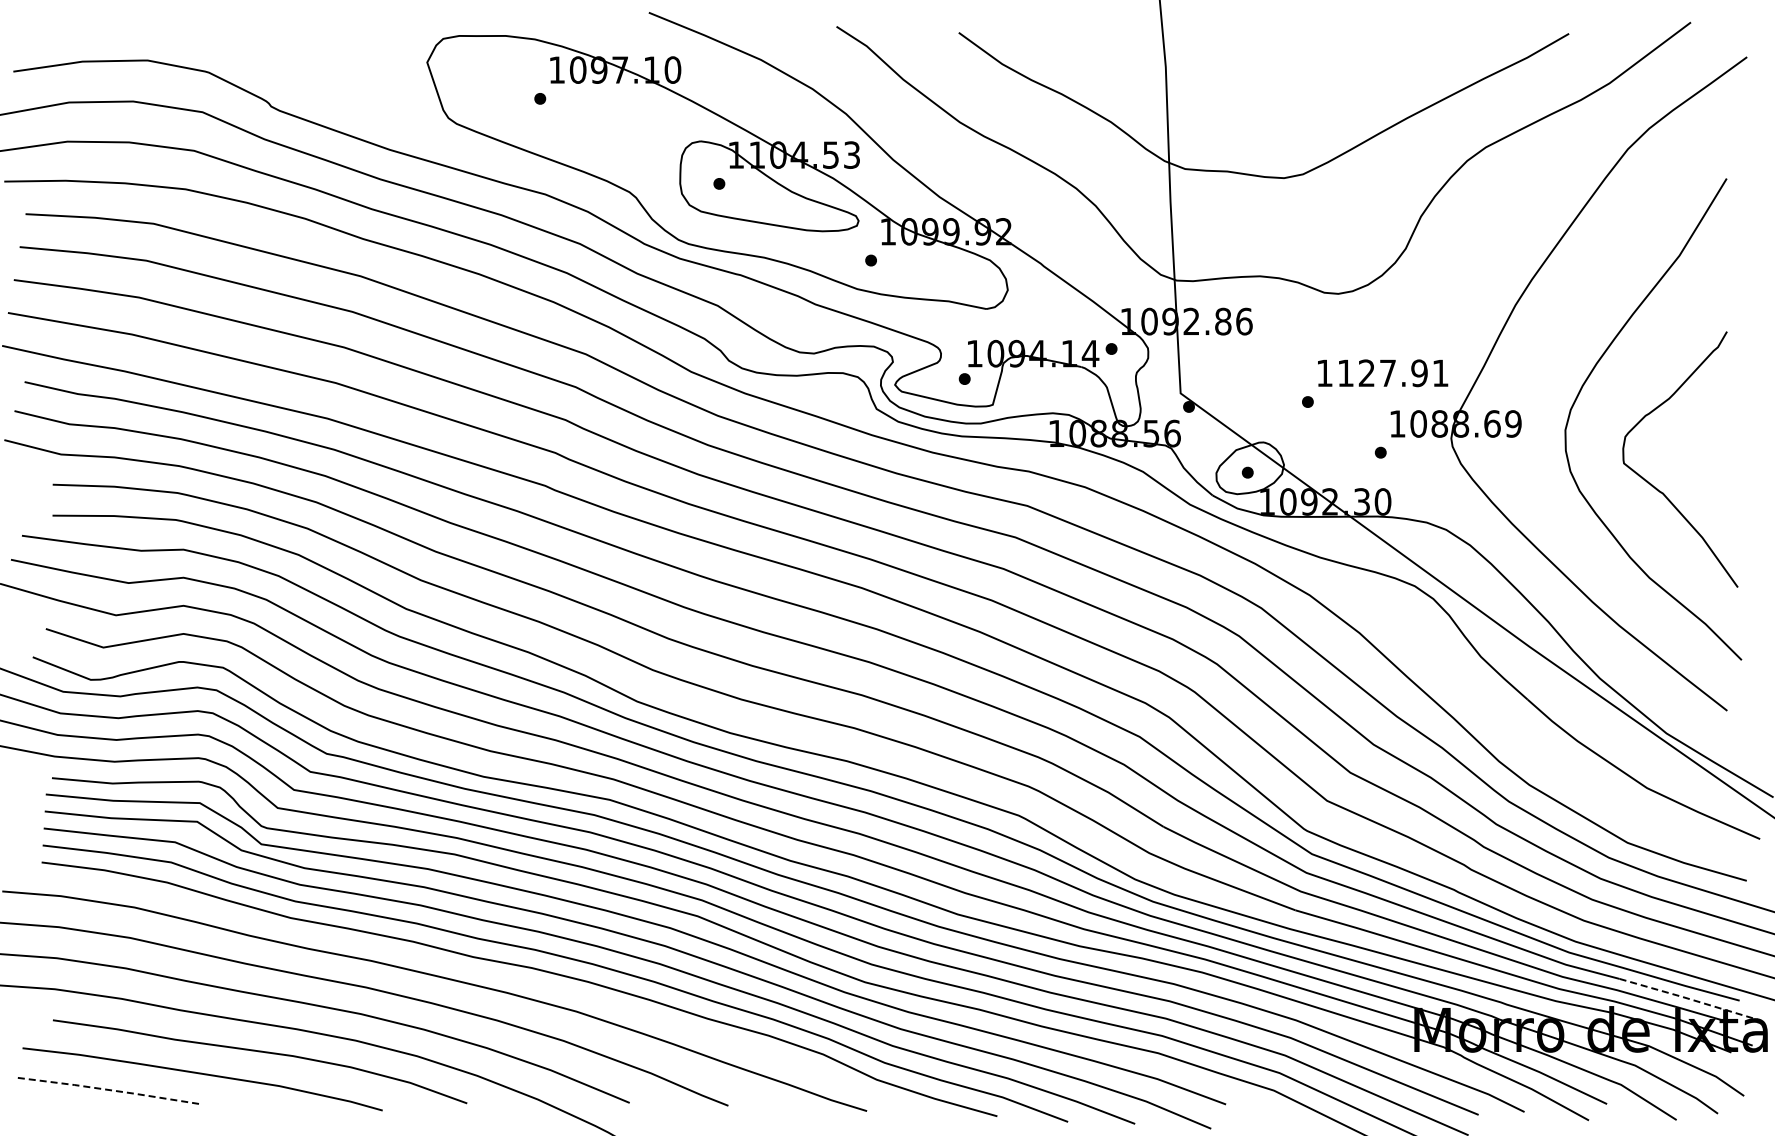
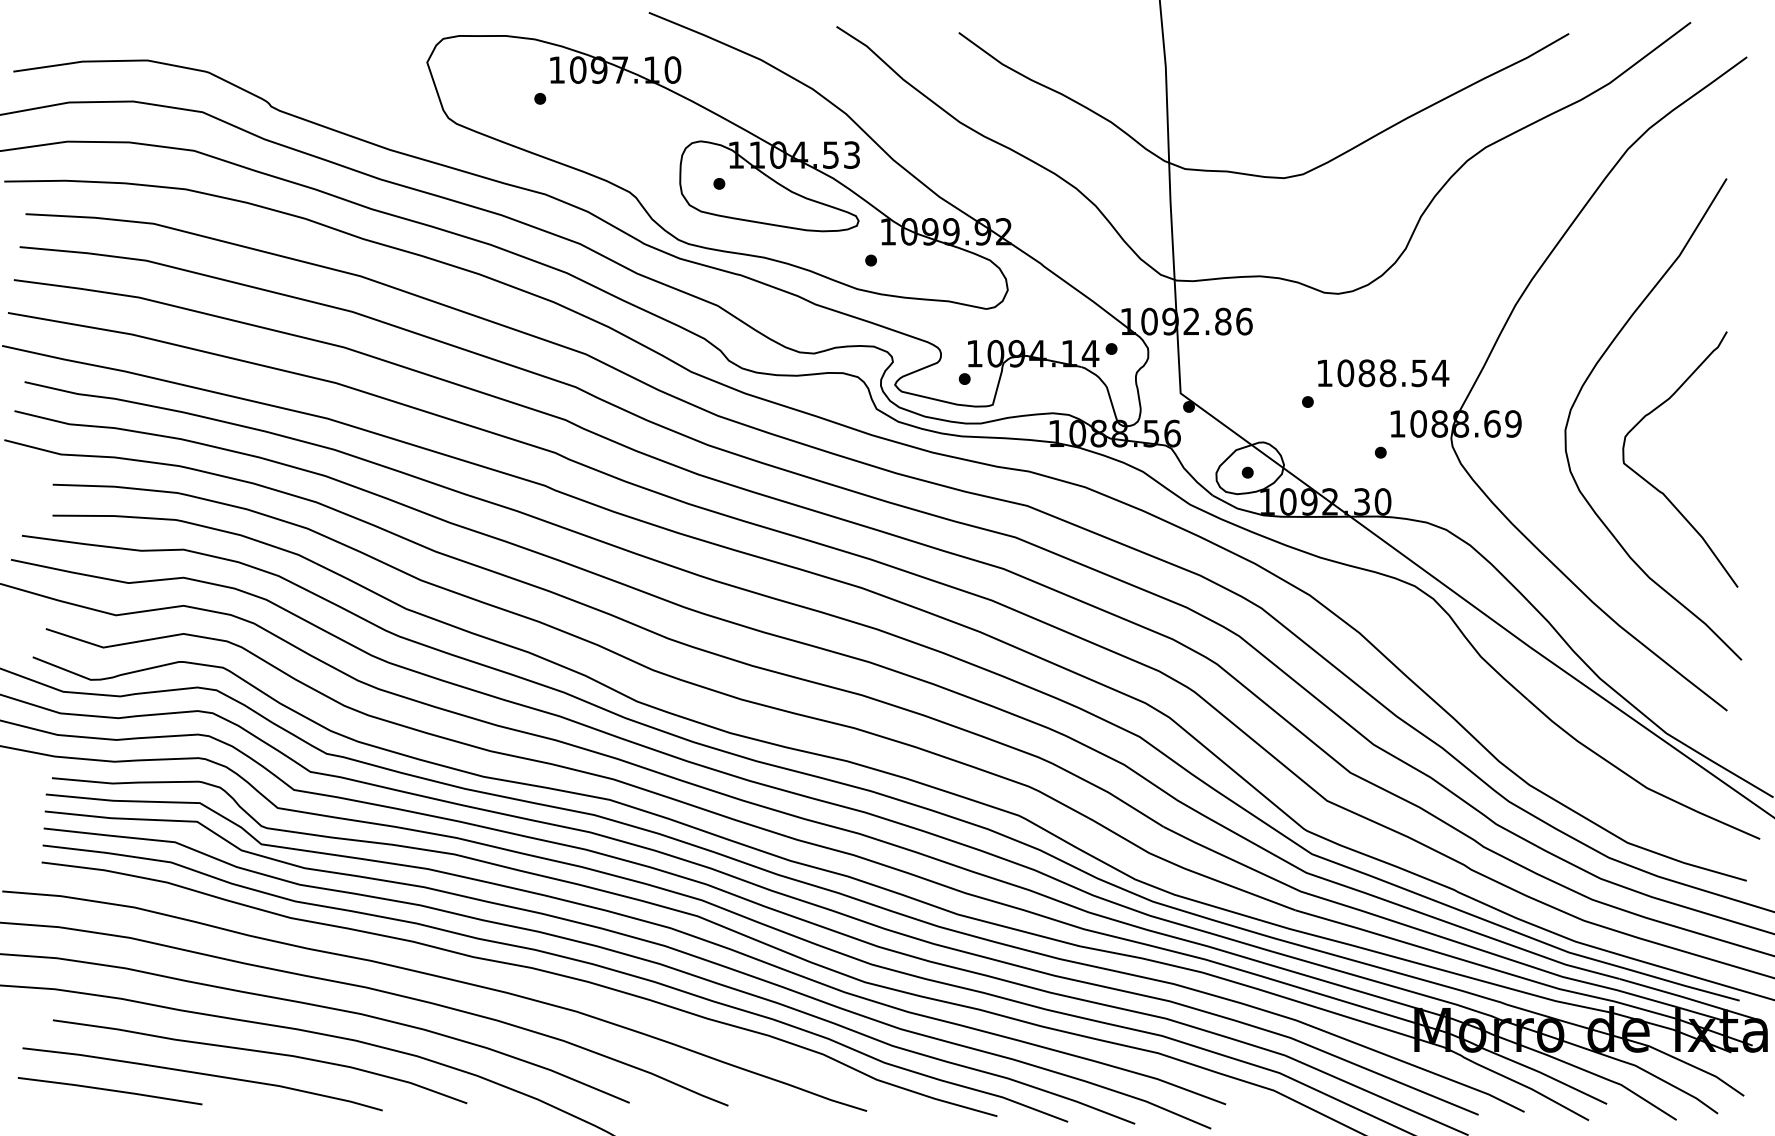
text at (1393, 373): 1127.91 -> 1088.54
line at (1690, 999): dashed -> solid
line at (110, 1090): dashed -> solid
